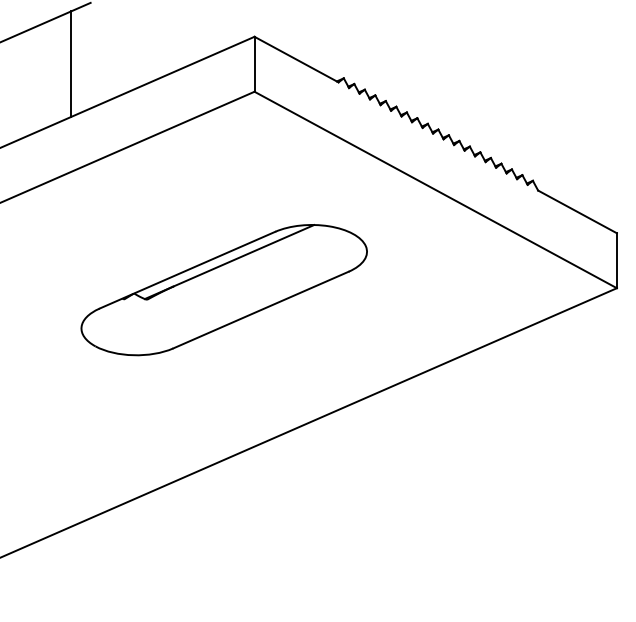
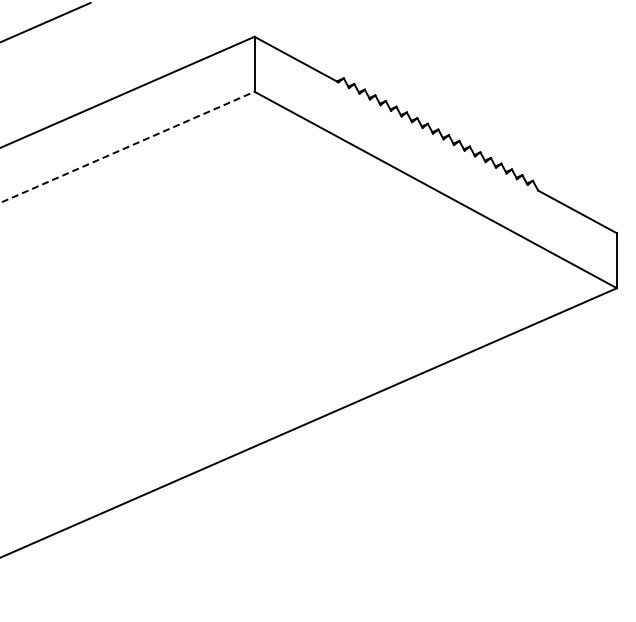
line at (70, 64): present -> none
line at (128, 147): solid -> dashed
part at (223, 290): present -> none
